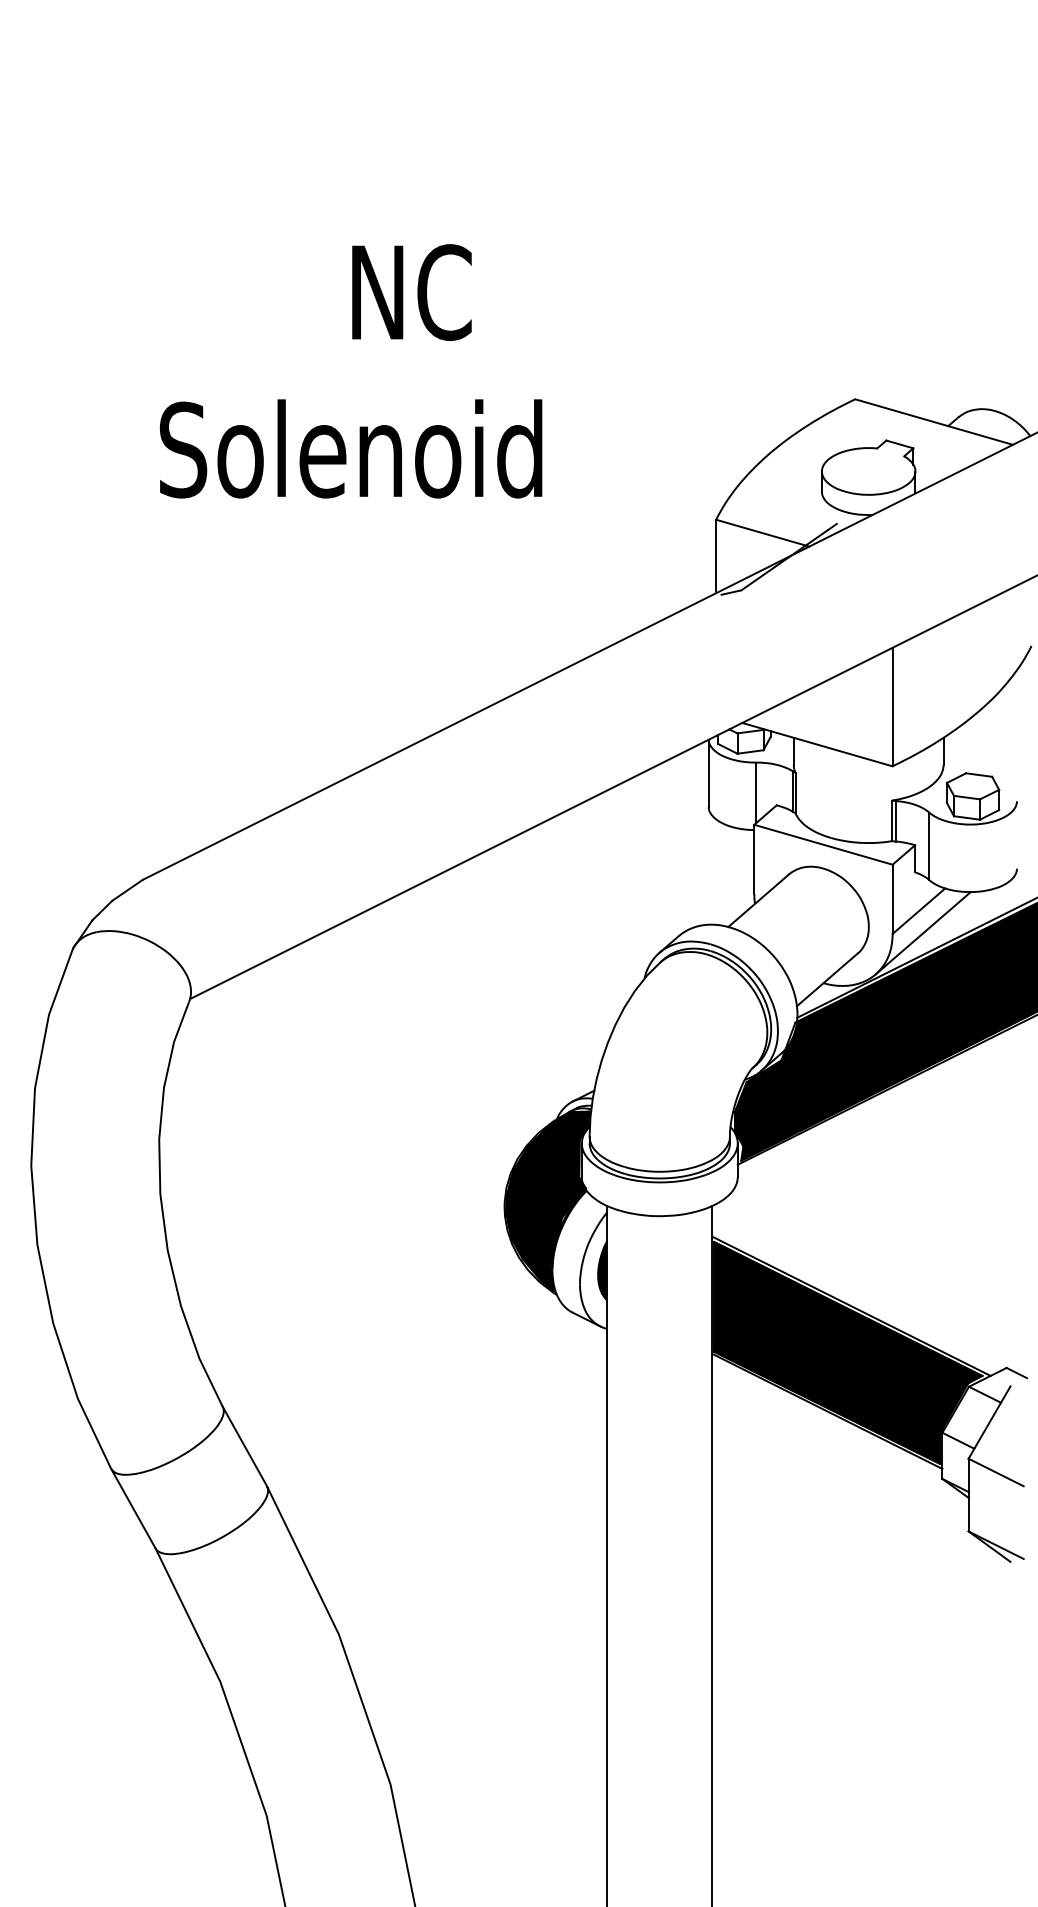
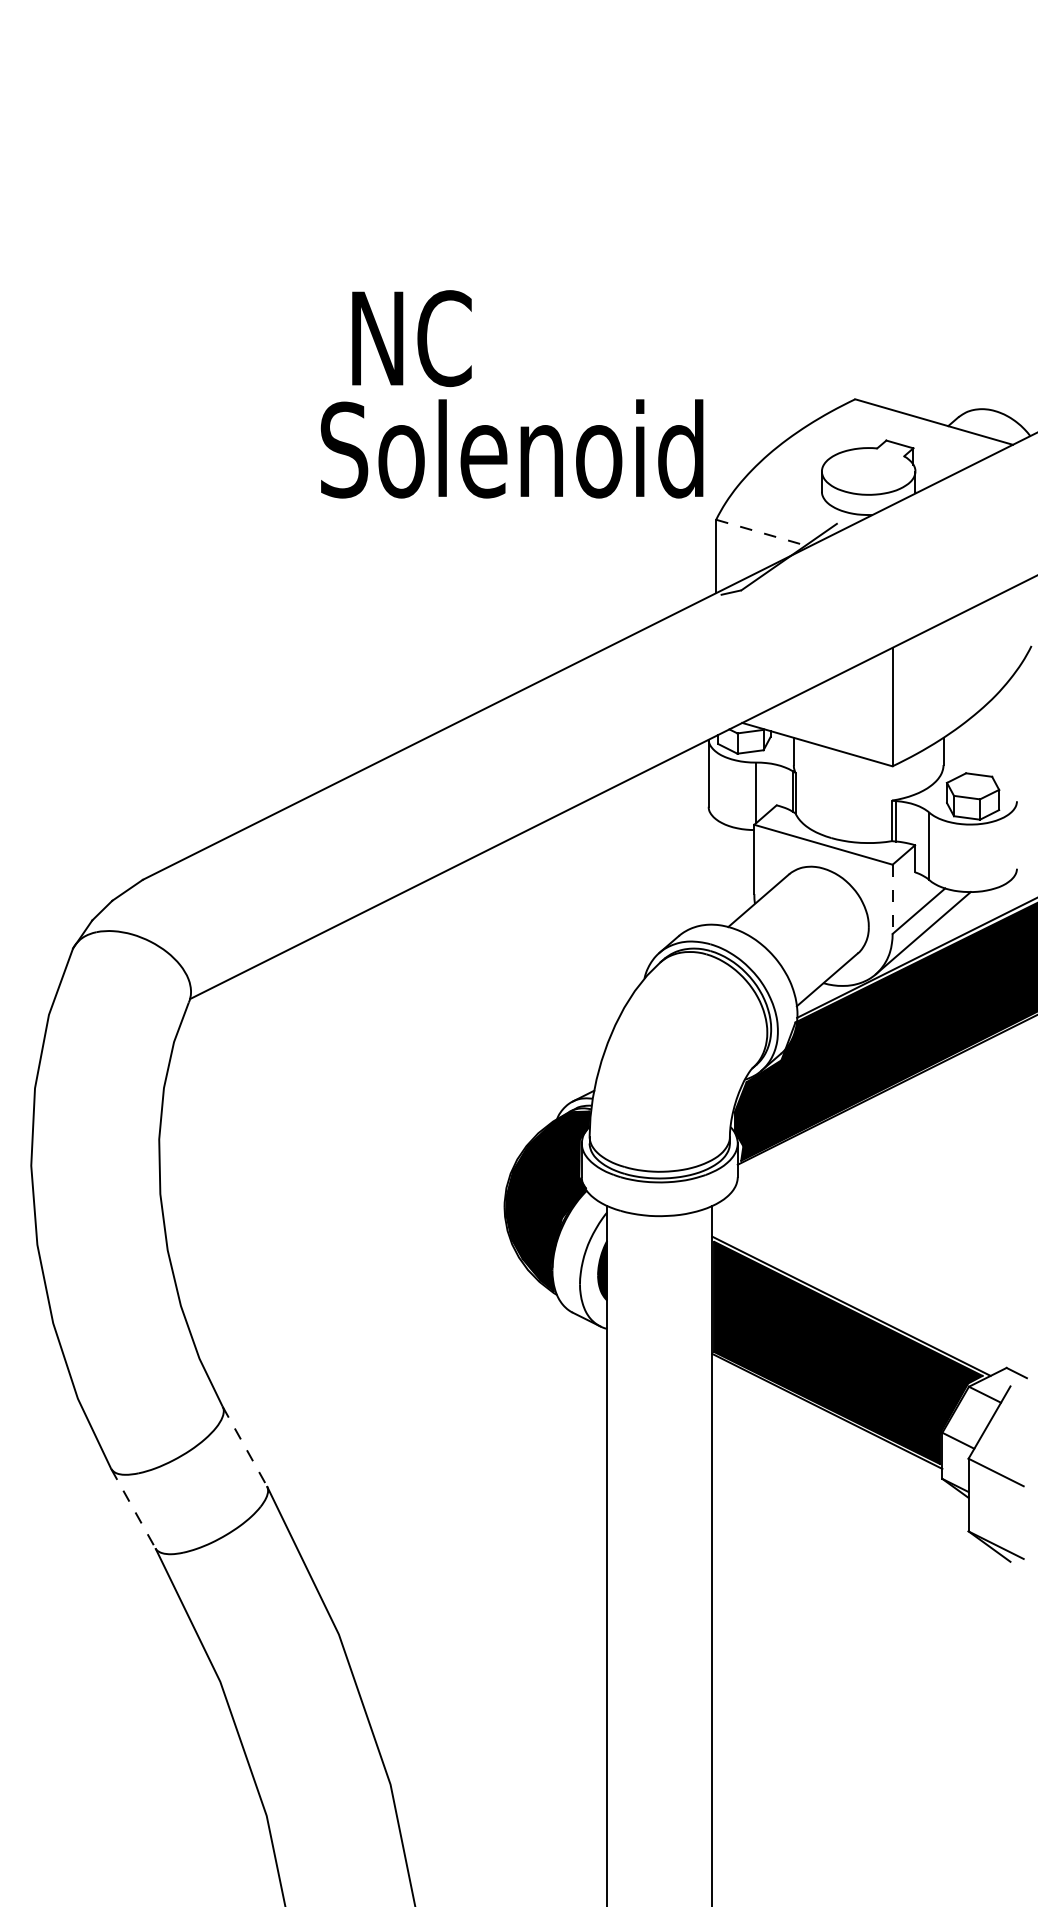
text at (411, 292) position: (411, 292) -> (411, 338)
text at (350, 448) position: (350, 448) -> (511, 448)
line at (763, 533): solid -> dashed
line at (892, 899): solid -> dashed
line at (245, 1446): solid -> dashed
line at (133, 1509): solid -> dashed
